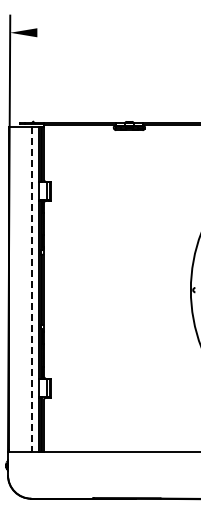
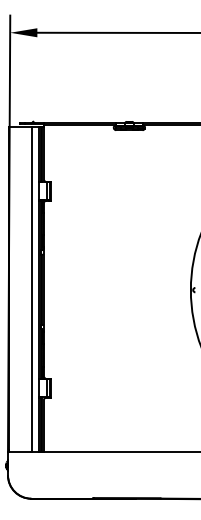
line at (117, 32): none -> present
line at (31, 290): dashed -> solid
